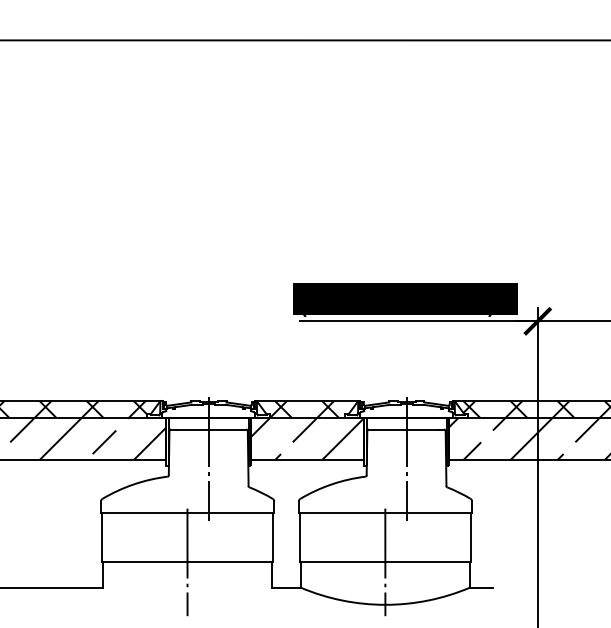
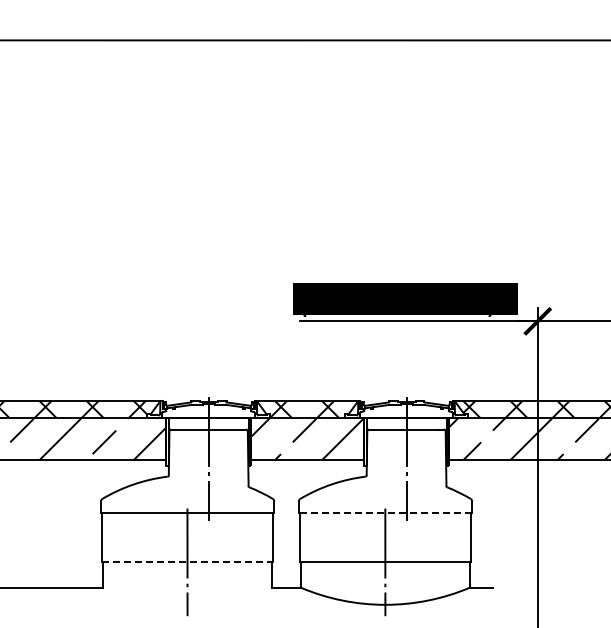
line at (385, 512): solid -> dashed
line at (188, 561): solid -> dashed
